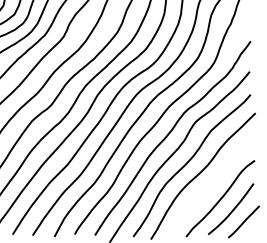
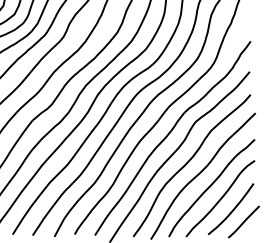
curve at (210, 187): none -> present
